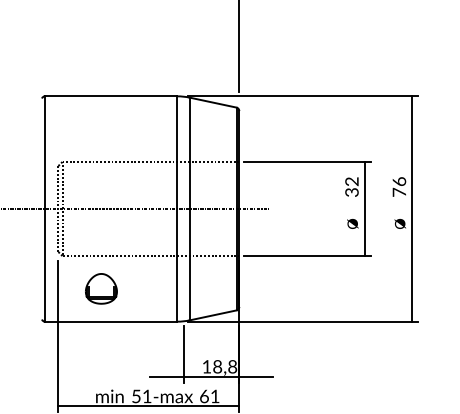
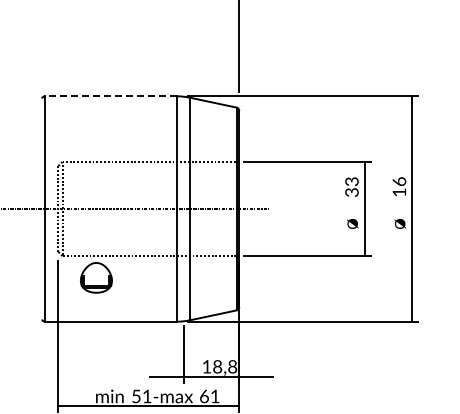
line at (110, 96): solid -> dashed
text at (353, 181): 32 -> 33
text at (399, 191): 76 -> 16
part at (101, 288) position: (101, 288) -> (96, 277)
